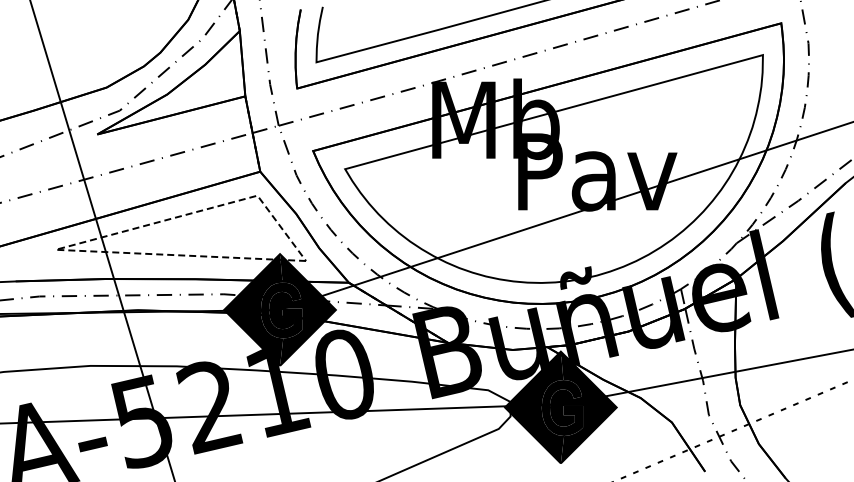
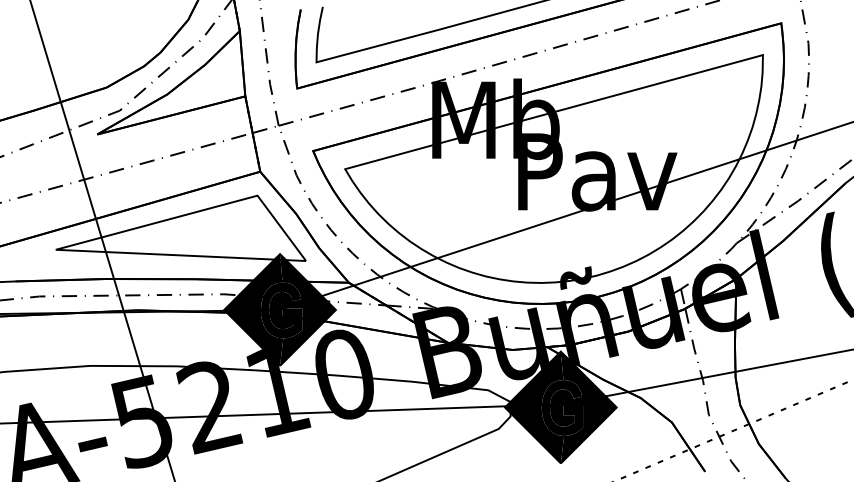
line at (75, 244): dashed -> solid
